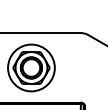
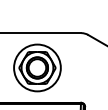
part at (31, 67) position: (31, 67) -> (37, 67)
